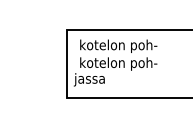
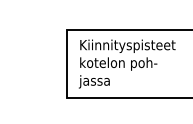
text at (127, 45): kotelon poh- -> Kiinnityspisteet
text at (88, 79) position: (88, 79) -> (93, 81)
